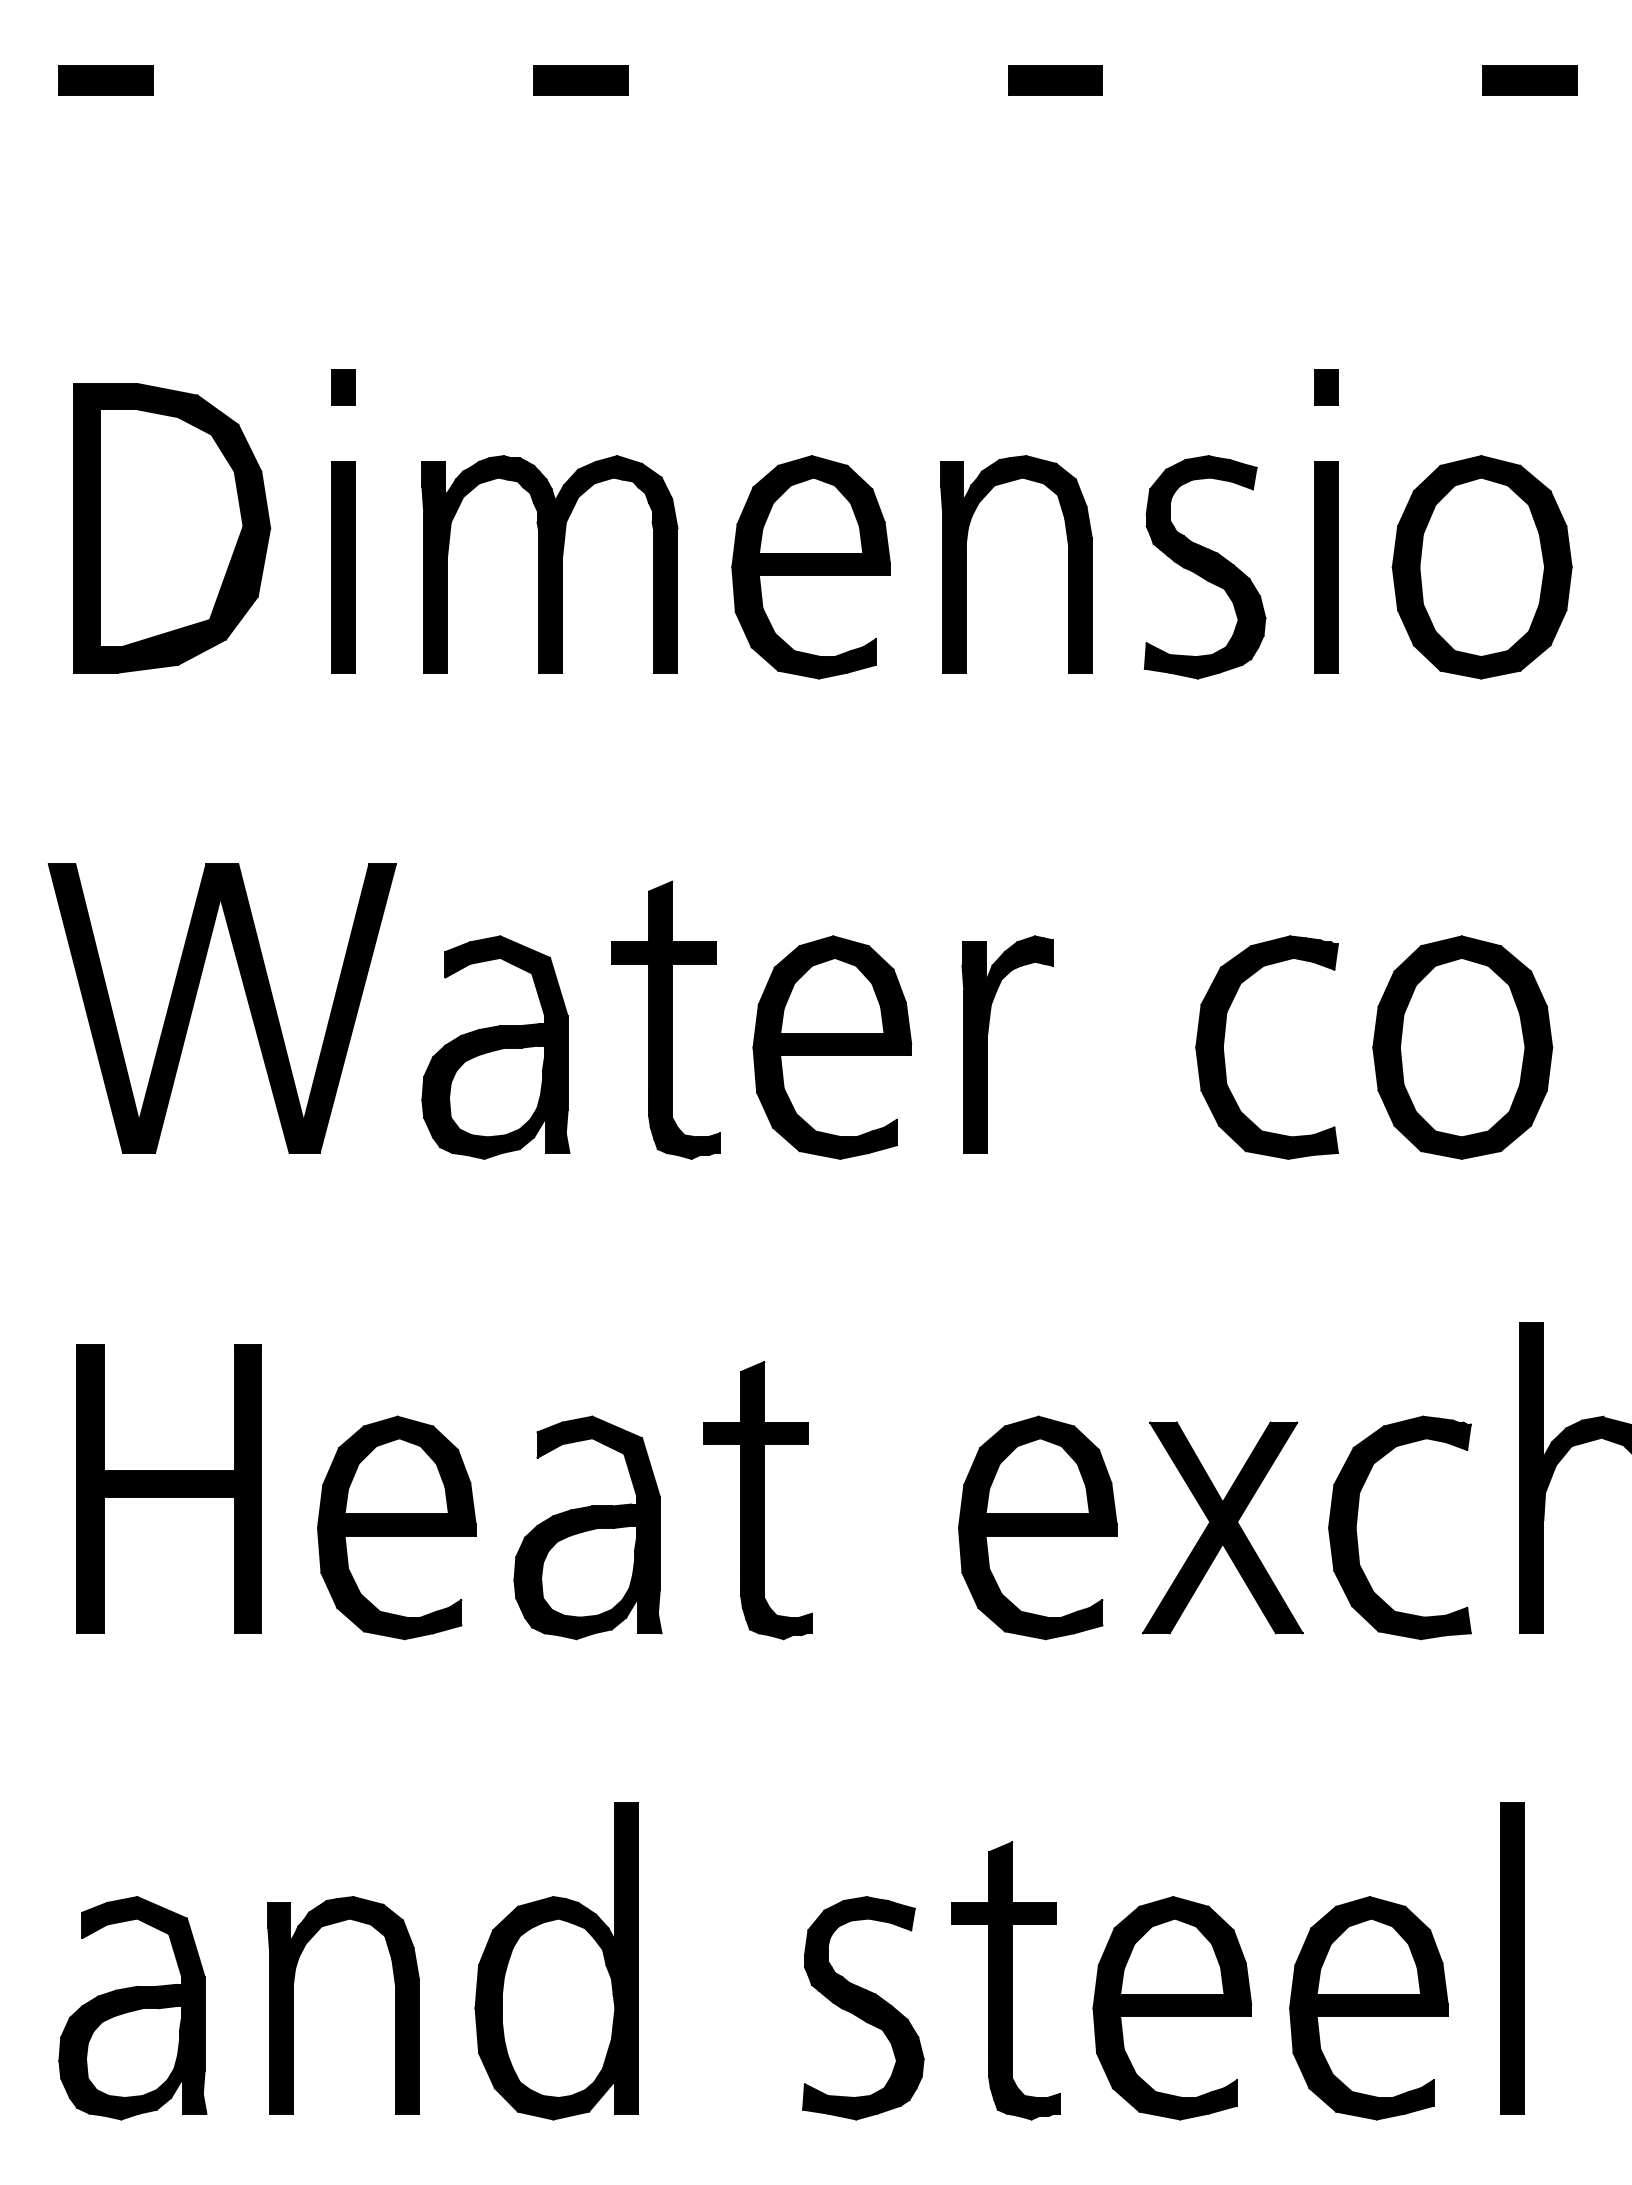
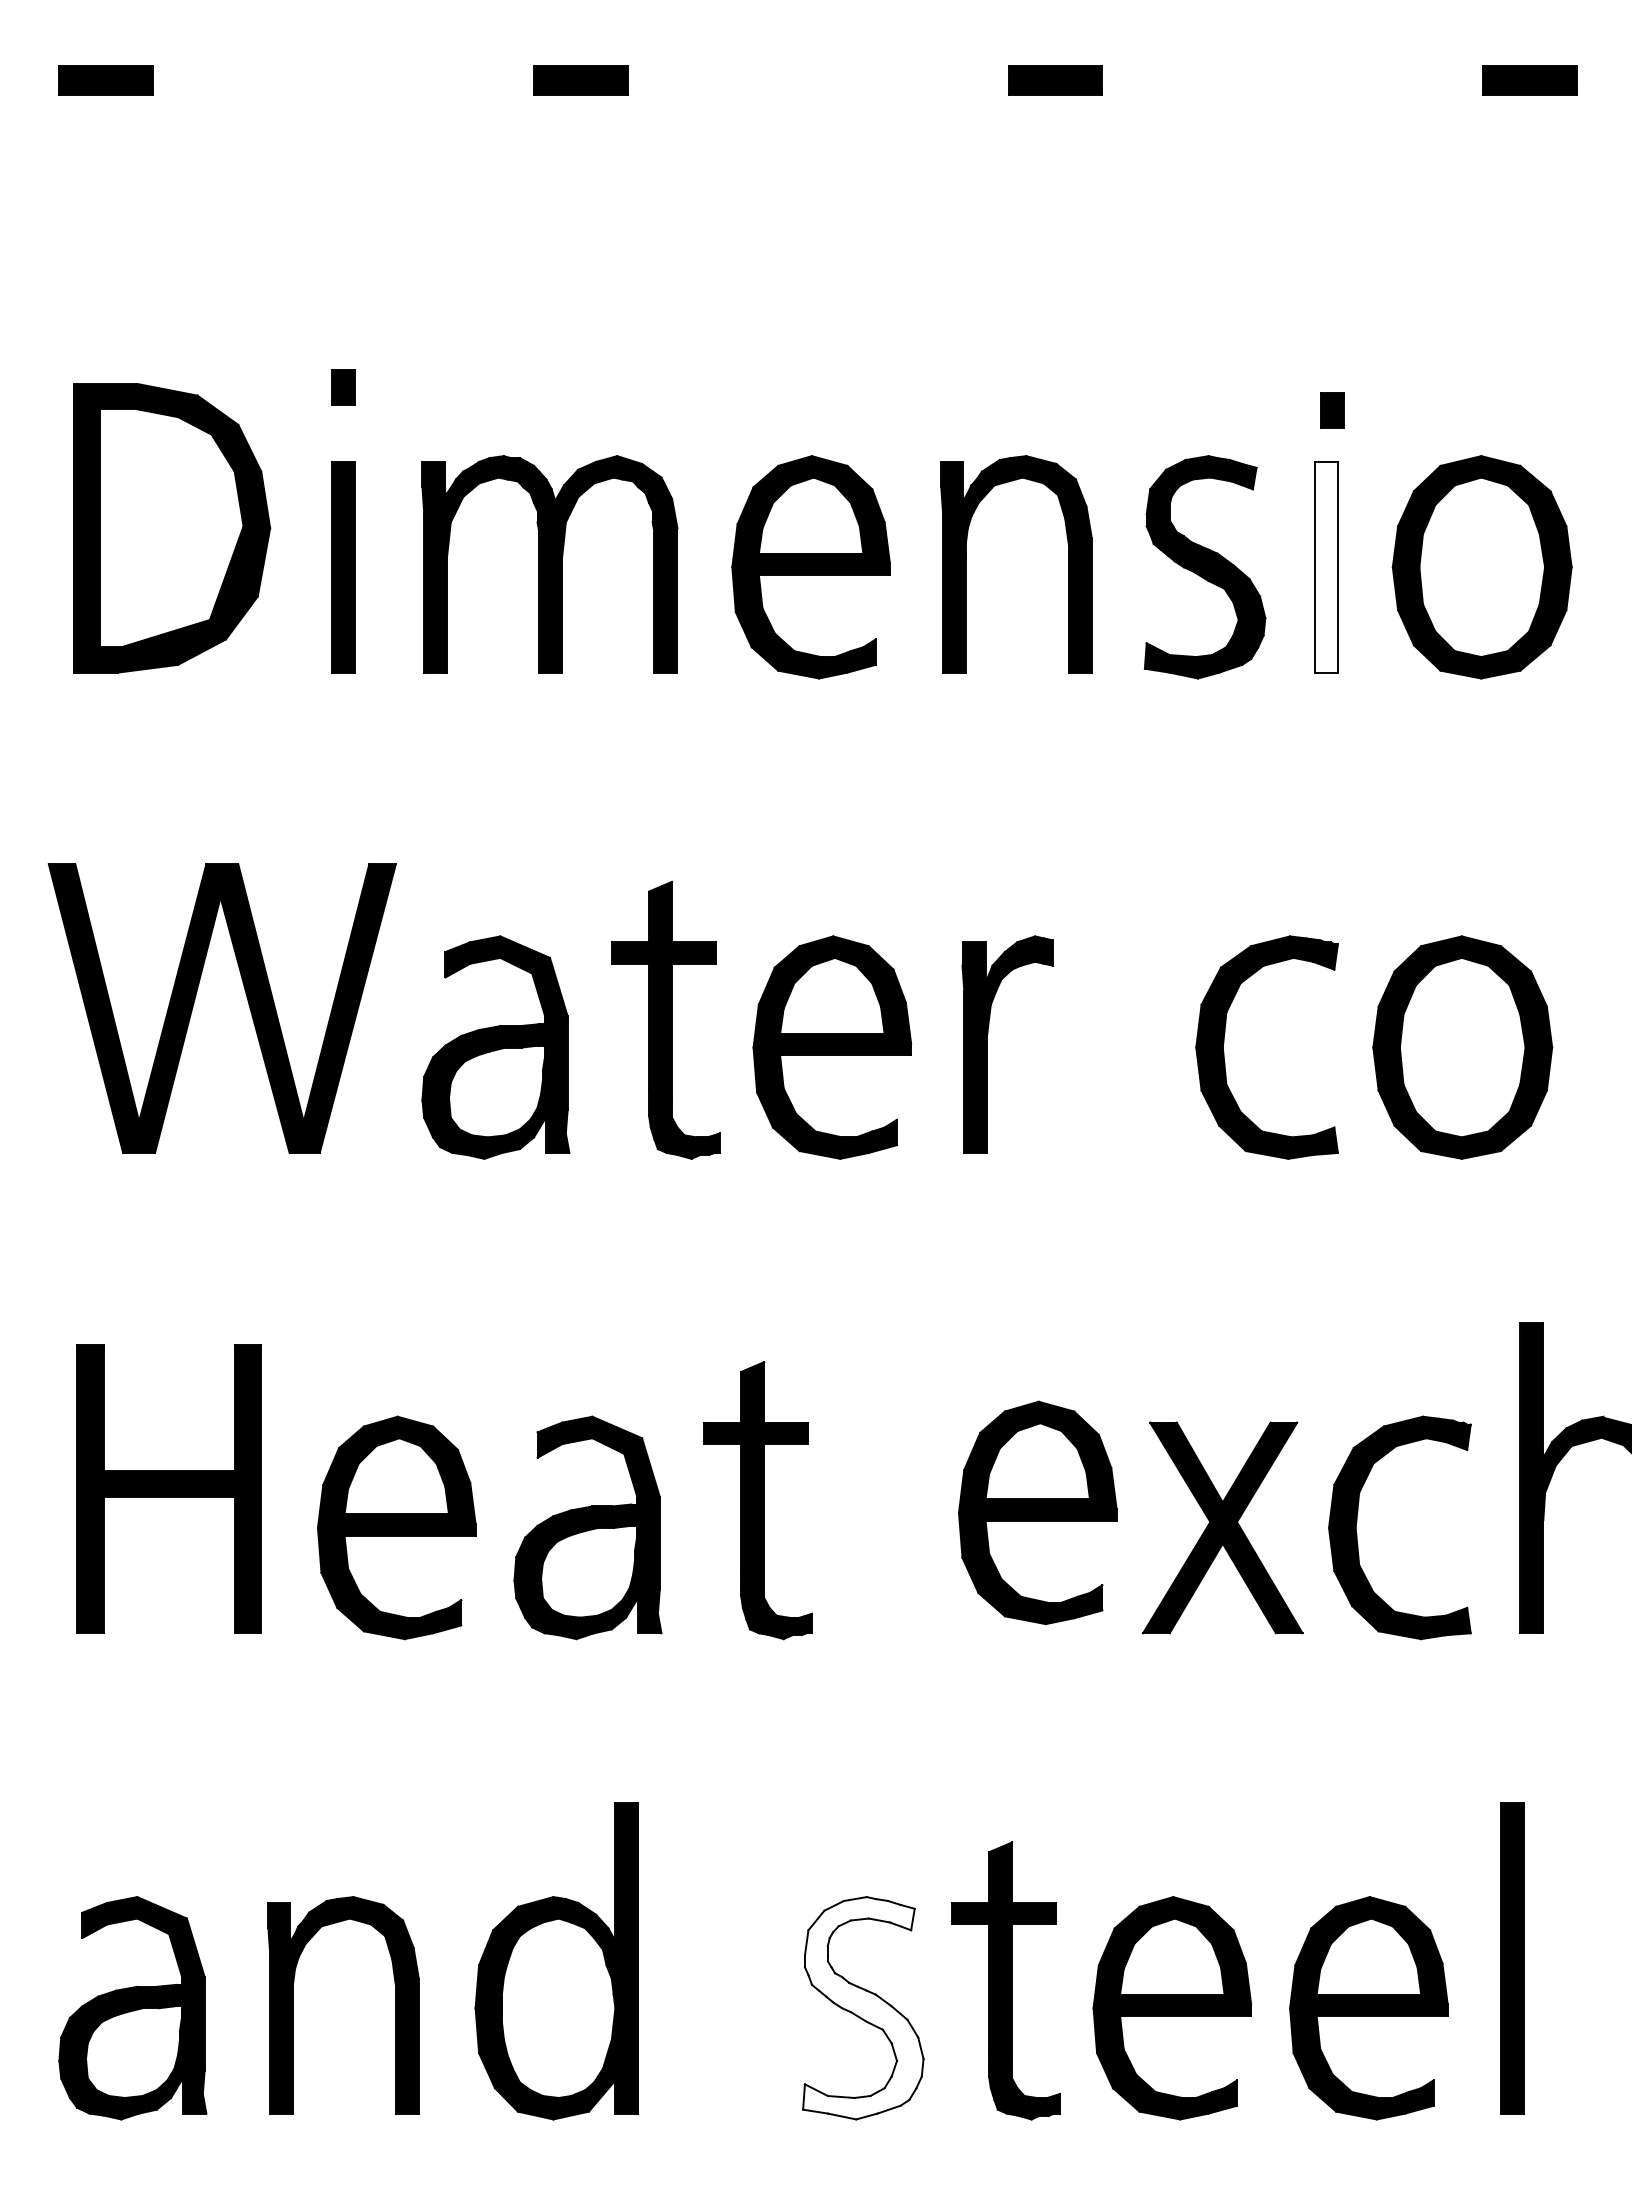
part at (1326, 387) position: (1326, 387) -> (1332, 410)
fill at (1325, 567): present -> none
part at (1037, 1527) position: (1037, 1527) -> (1037, 1512)
fill at (863, 2008): present -> none
